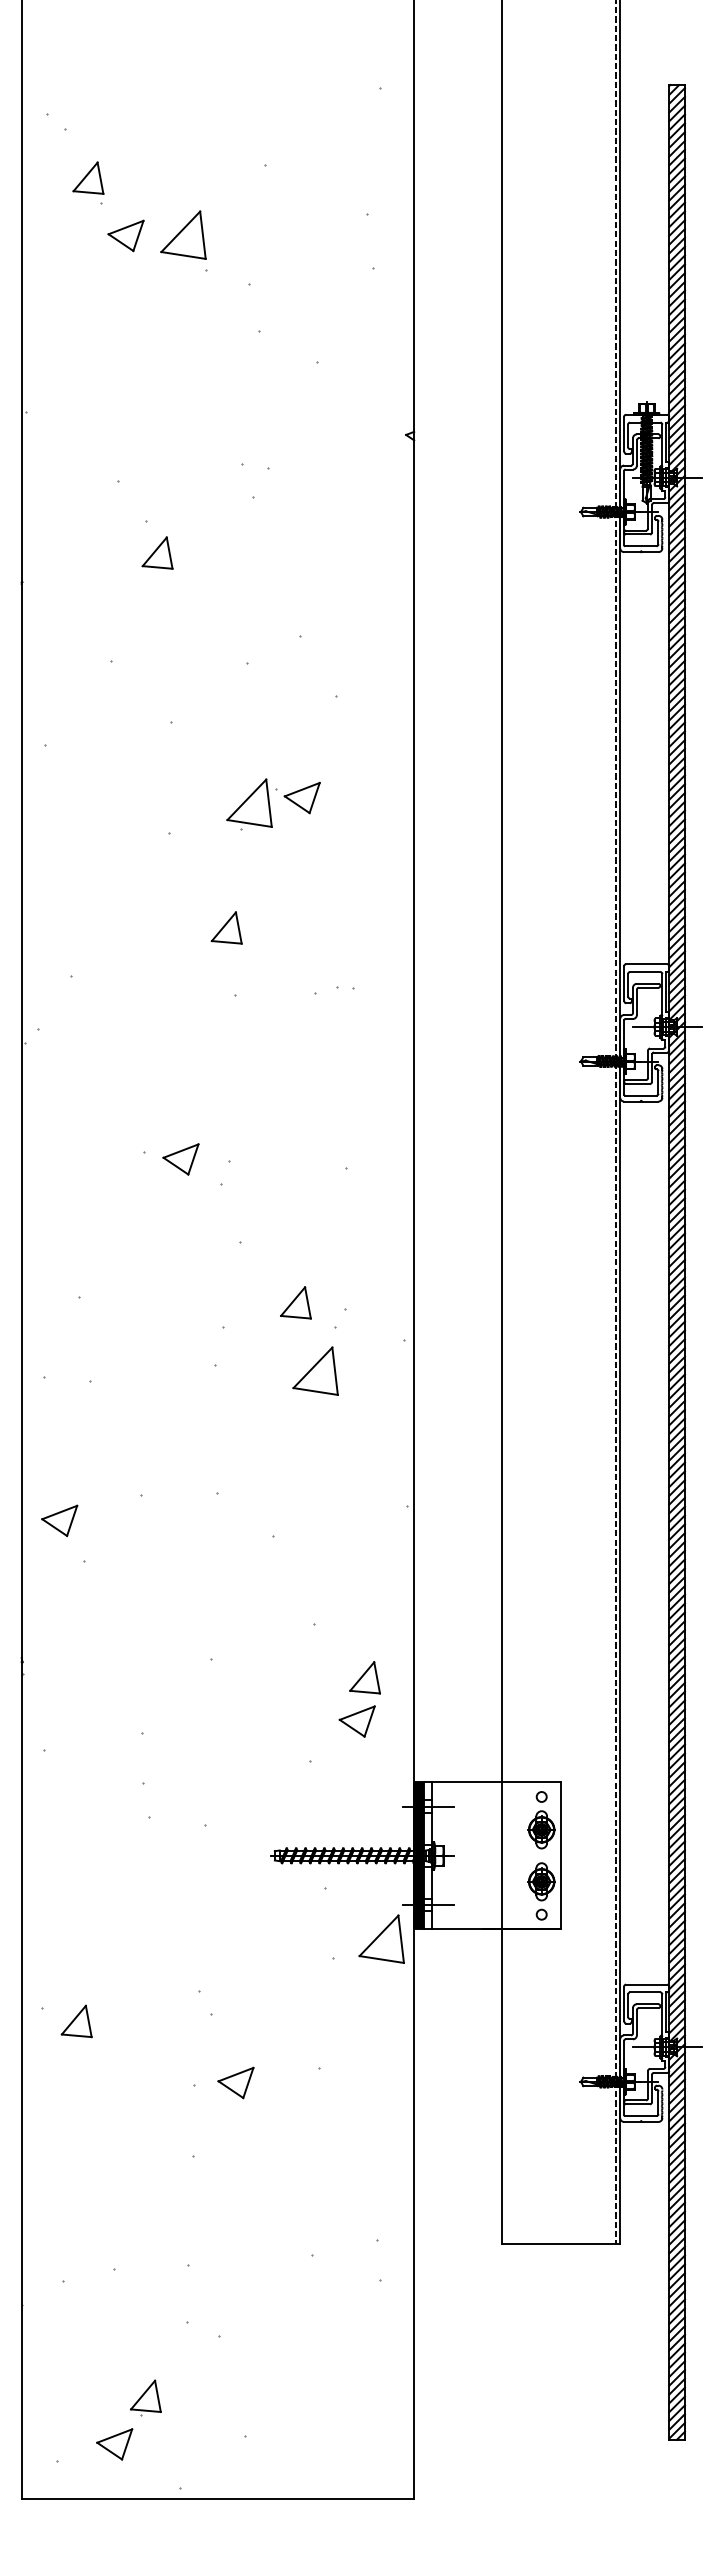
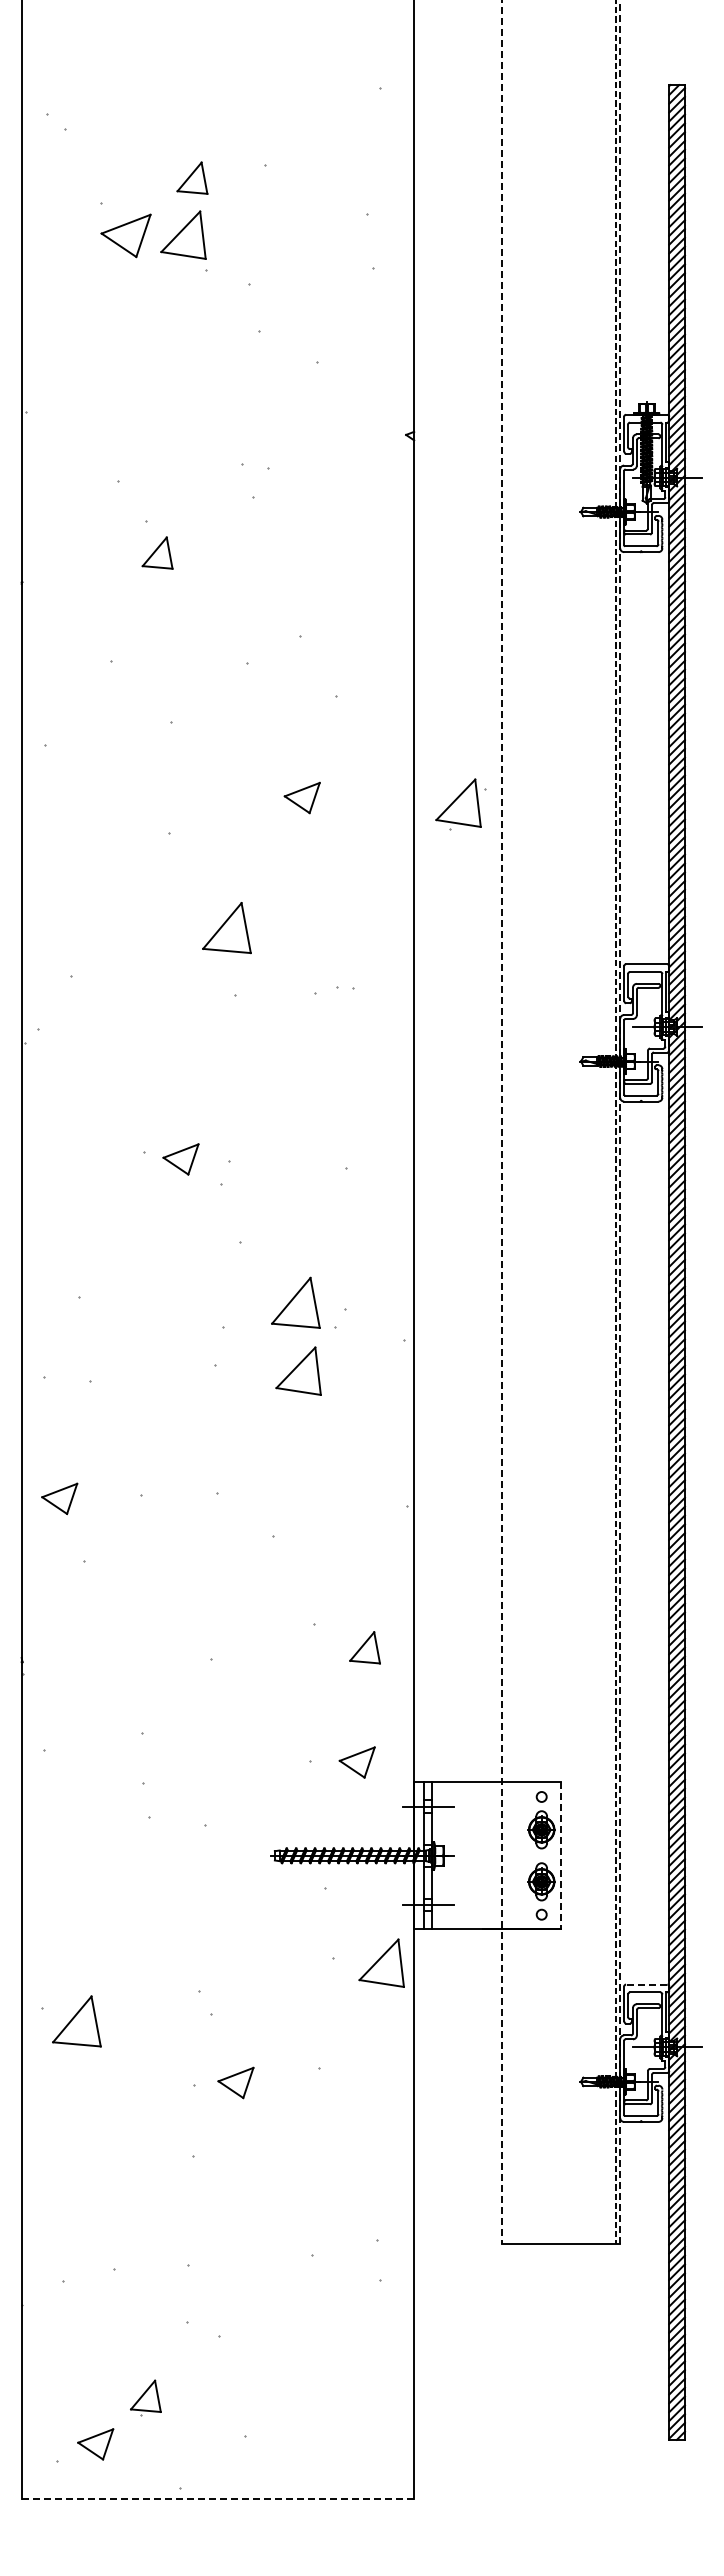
part at (88, 177) position: (88, 177) -> (192, 177)
part at (125, 235) size: 38x34 px -> 52x46 px
part at (251, 804) position: (251, 804) -> (460, 804)
part at (226, 927) size: 33x34 px -> 50x53 px
line at (620, 1121): solid -> dashed
line at (502, 1122): solid -> dashed
part at (295, 1302) size: 32x34 px -> 50x53 px
part at (315, 1370) position: (315, 1370) -> (298, 1370)
part at (59, 1520) position: (59, 1520) -> (59, 1498)
part at (364, 1677) position: (364, 1677) -> (364, 1647)
part at (356, 1721) position: (356, 1721) -> (356, 1762)
fill at (418, 1855): present -> none
line at (561, 1855): solid -> dashed
part at (381, 1938) position: (381, 1938) -> (381, 1962)
line at (646, 1984): solid -> dashed
part at (76, 2021) size: 33x35 px -> 50x53 px
part at (114, 2444) position: (114, 2444) -> (95, 2444)
line at (218, 2498): solid -> dashed
